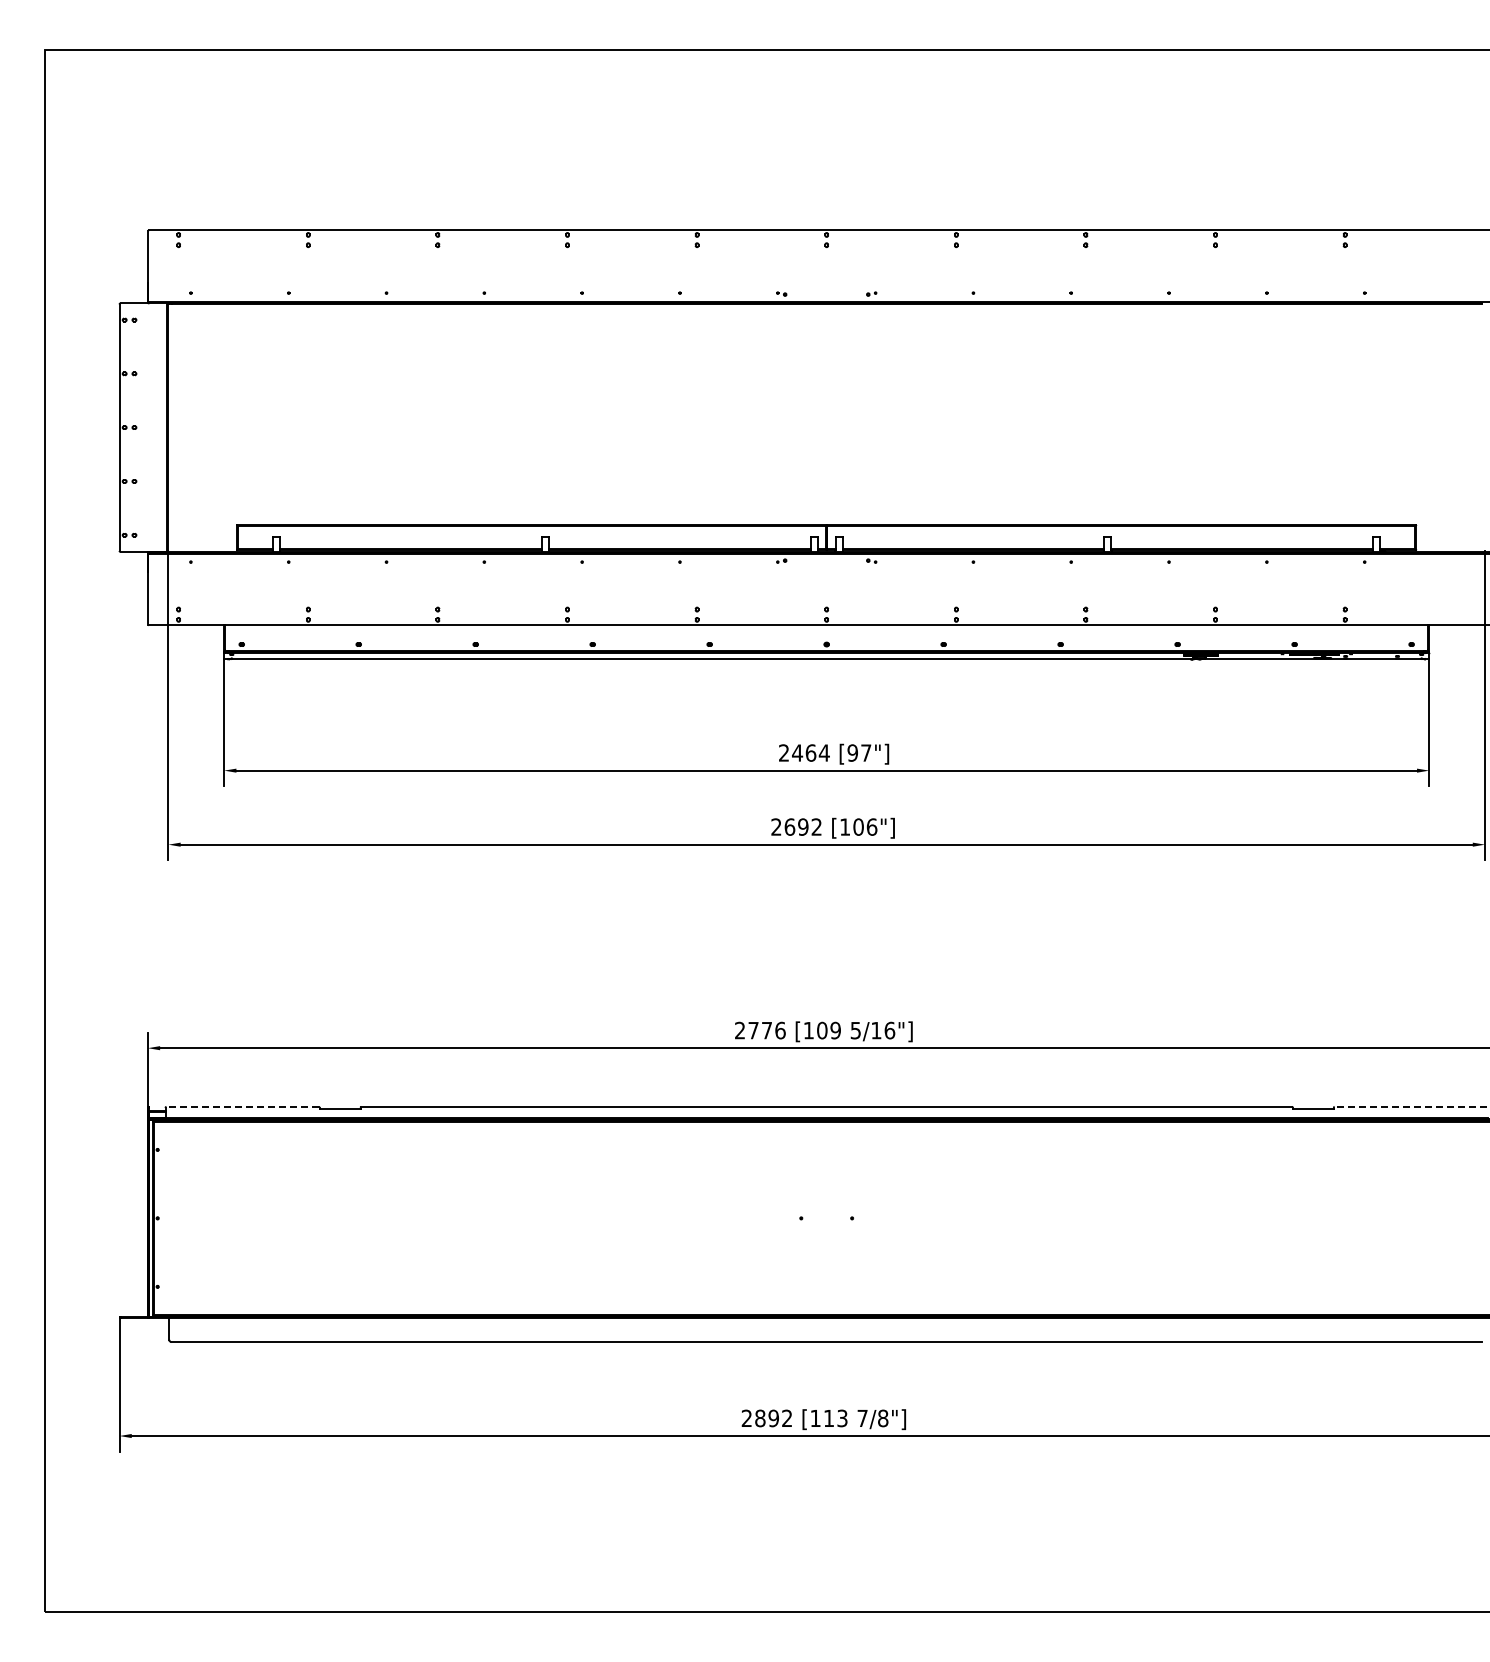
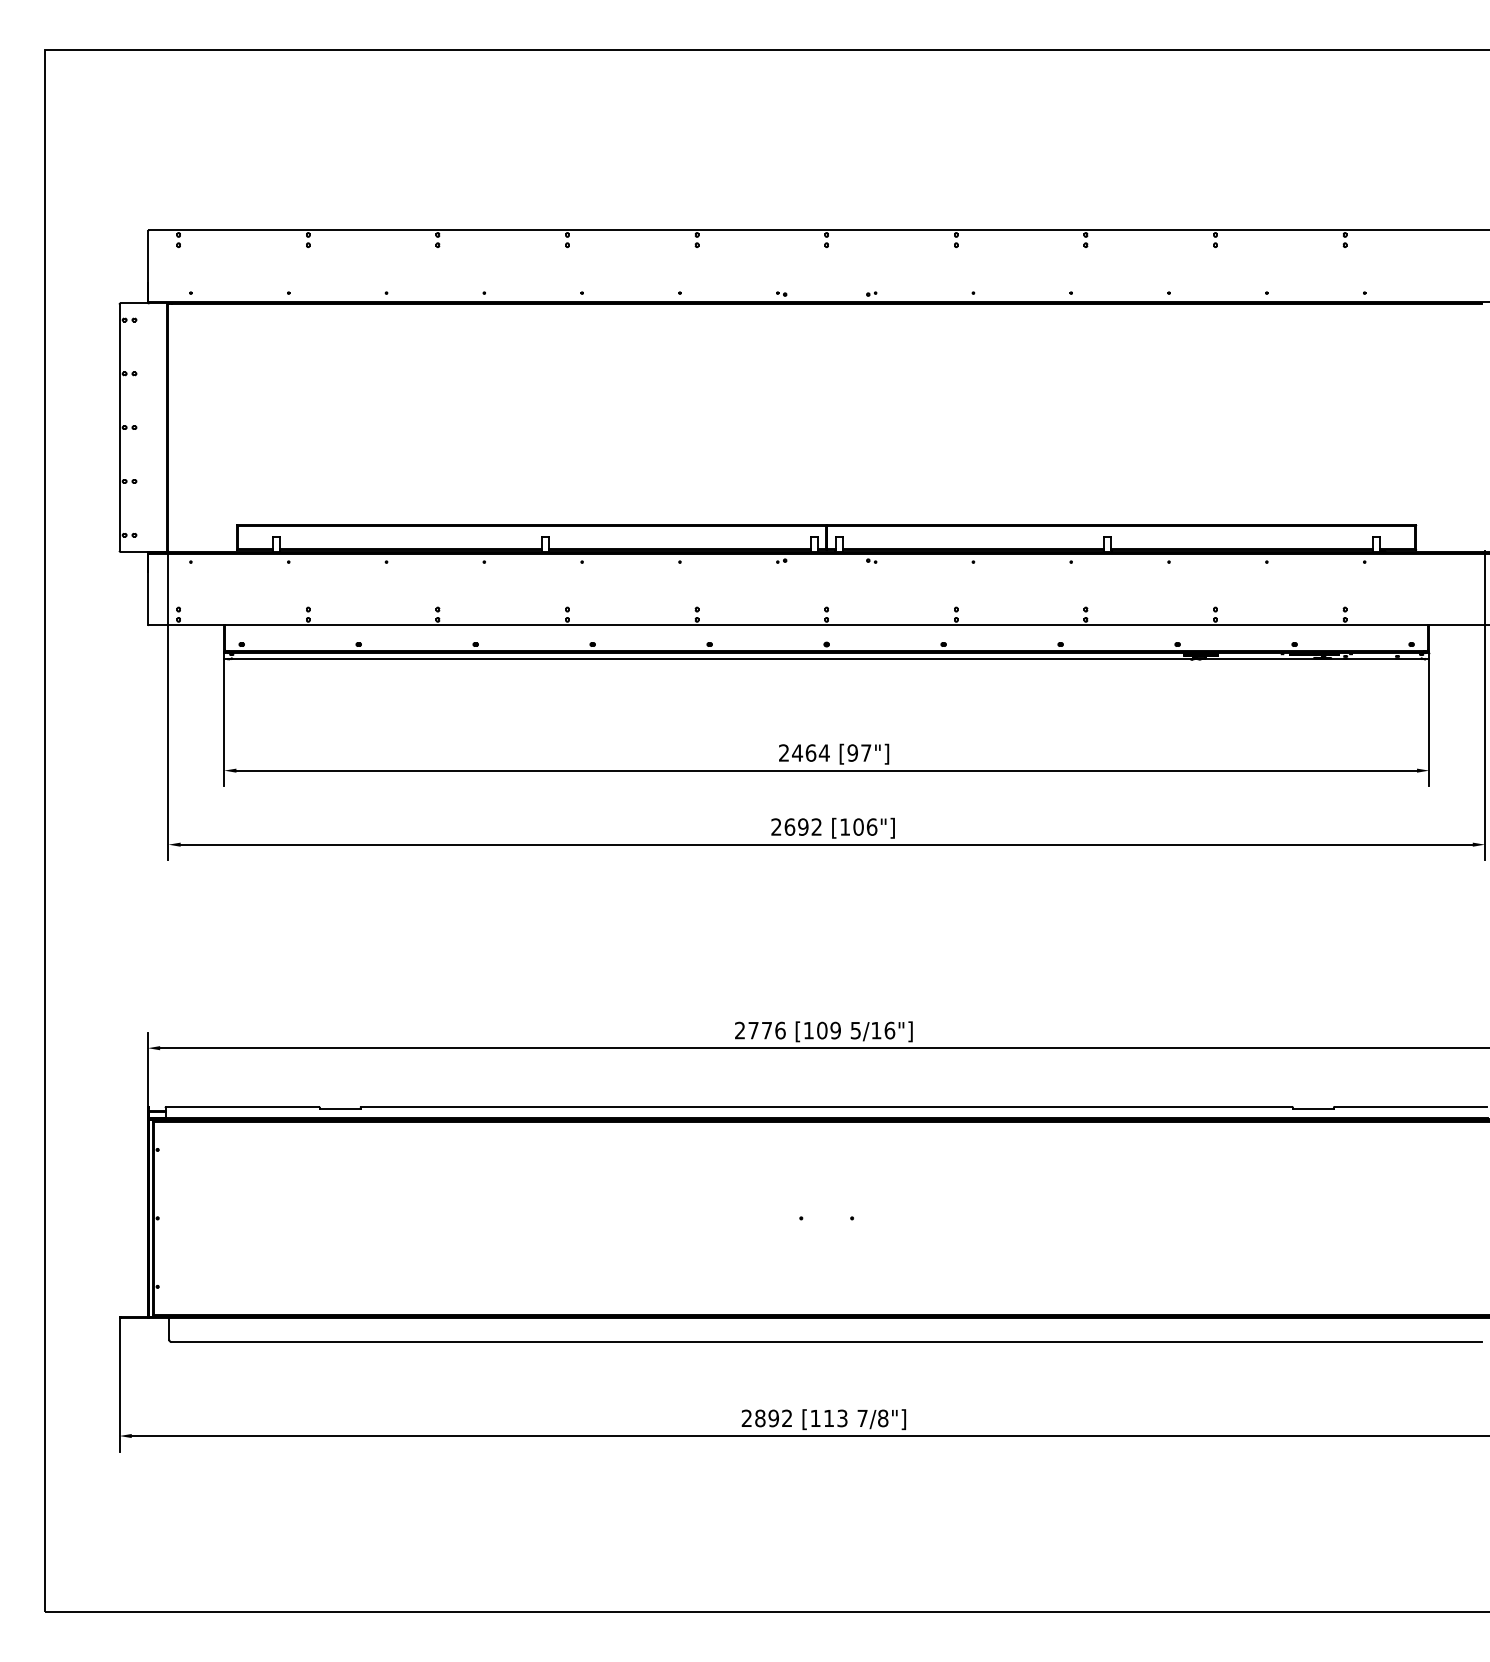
line at (242, 1106): dashed -> solid
line at (1410, 1106): dashed -> solid
